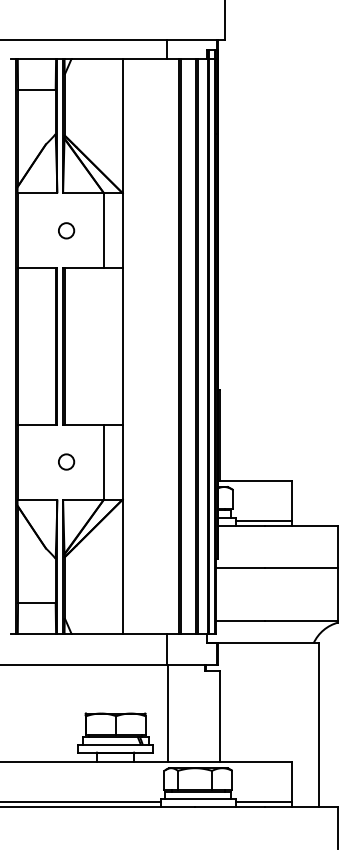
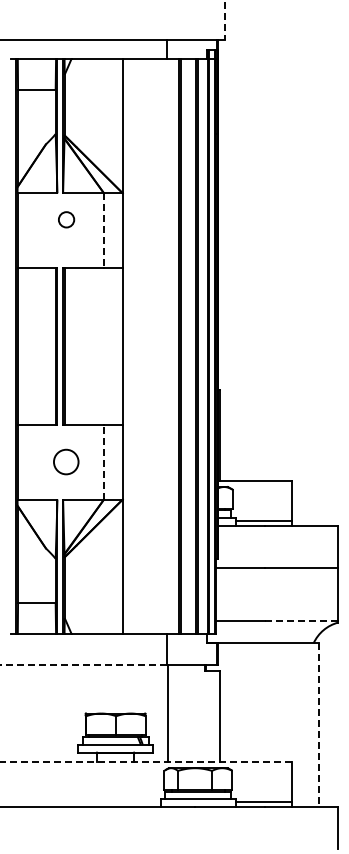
line at (225, 20): solid -> dashed
circle at (66, 230) position: (66, 230) -> (66, 219)
line at (104, 231): solid -> dashed
circle at (66, 461) size: 18x18 px -> 27x28 px
line at (104, 461): solid -> dashed
line at (301, 621): solid -> dashed
line at (83, 665): solid -> dashed
line at (318, 725): solid -> dashed
line at (145, 761): solid -> dashed
line at (81, 802): present -> none
